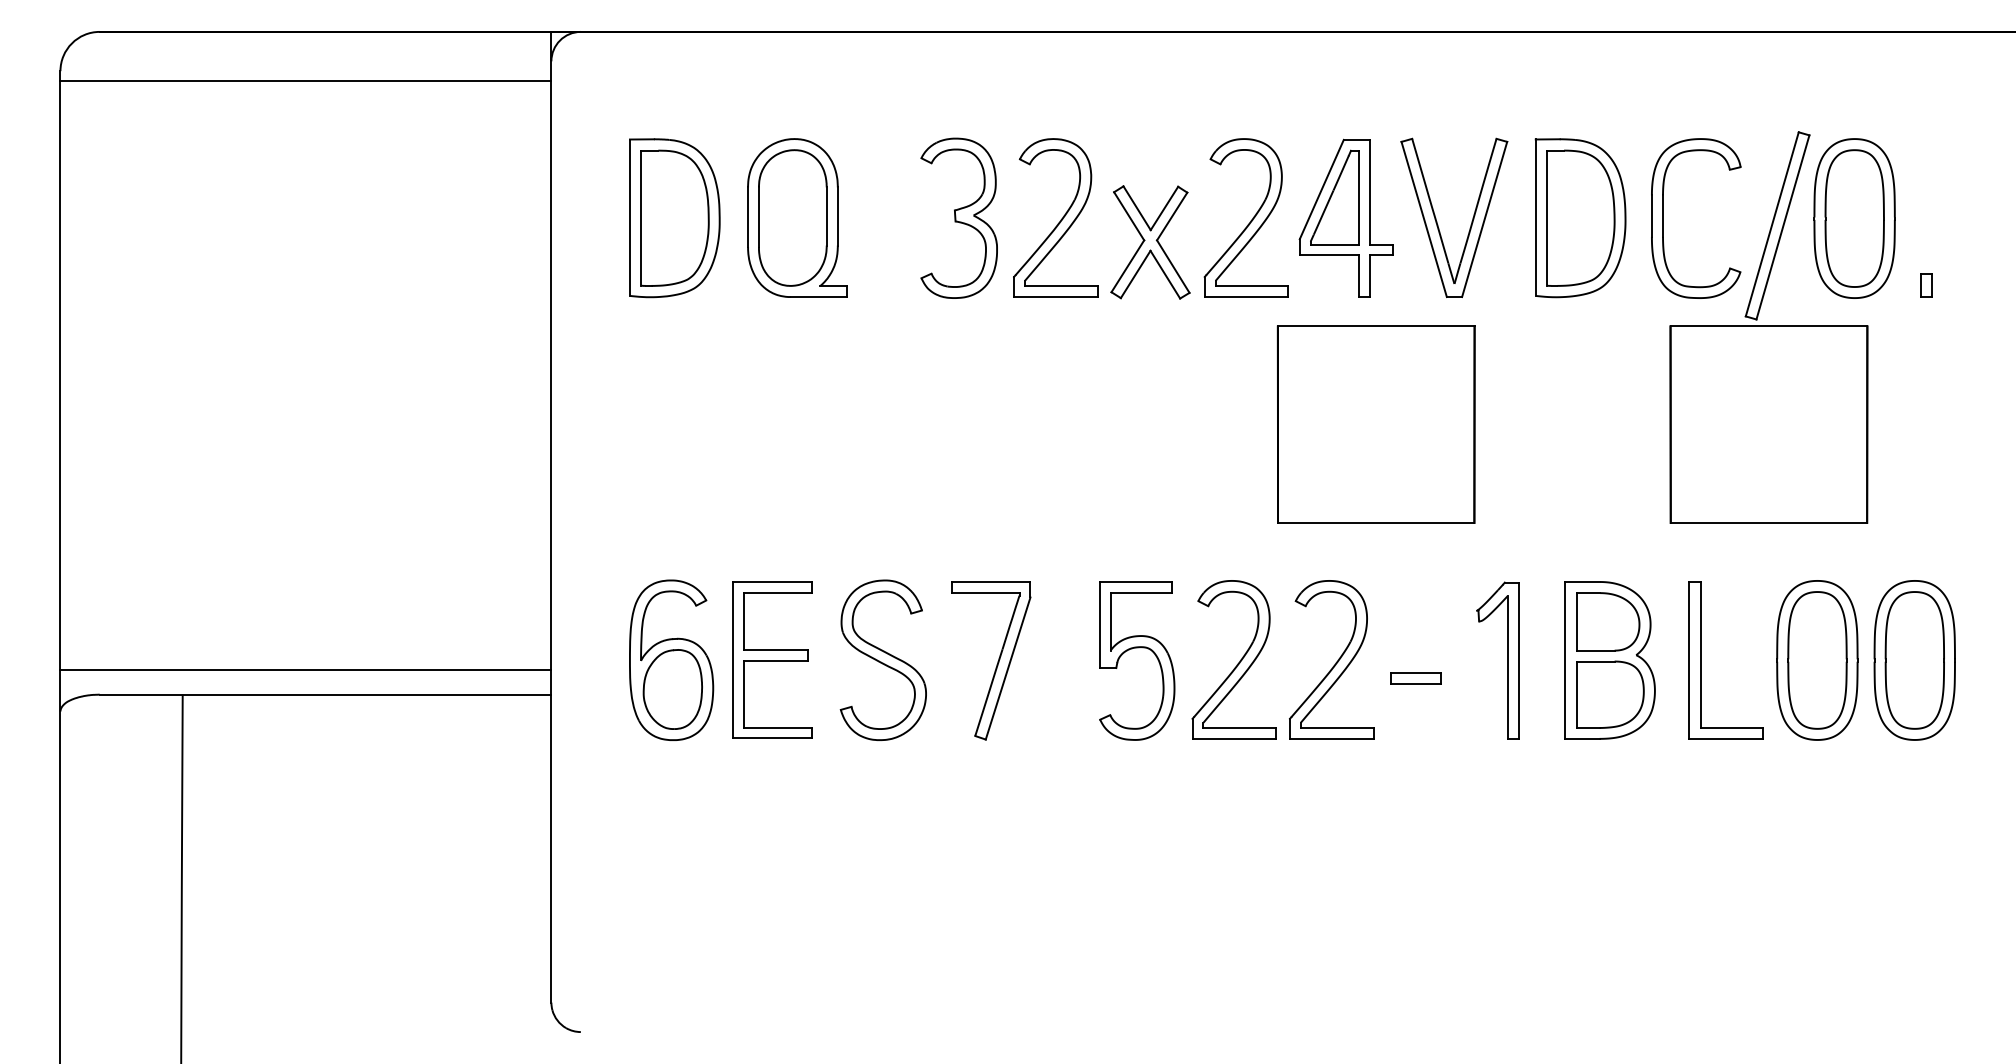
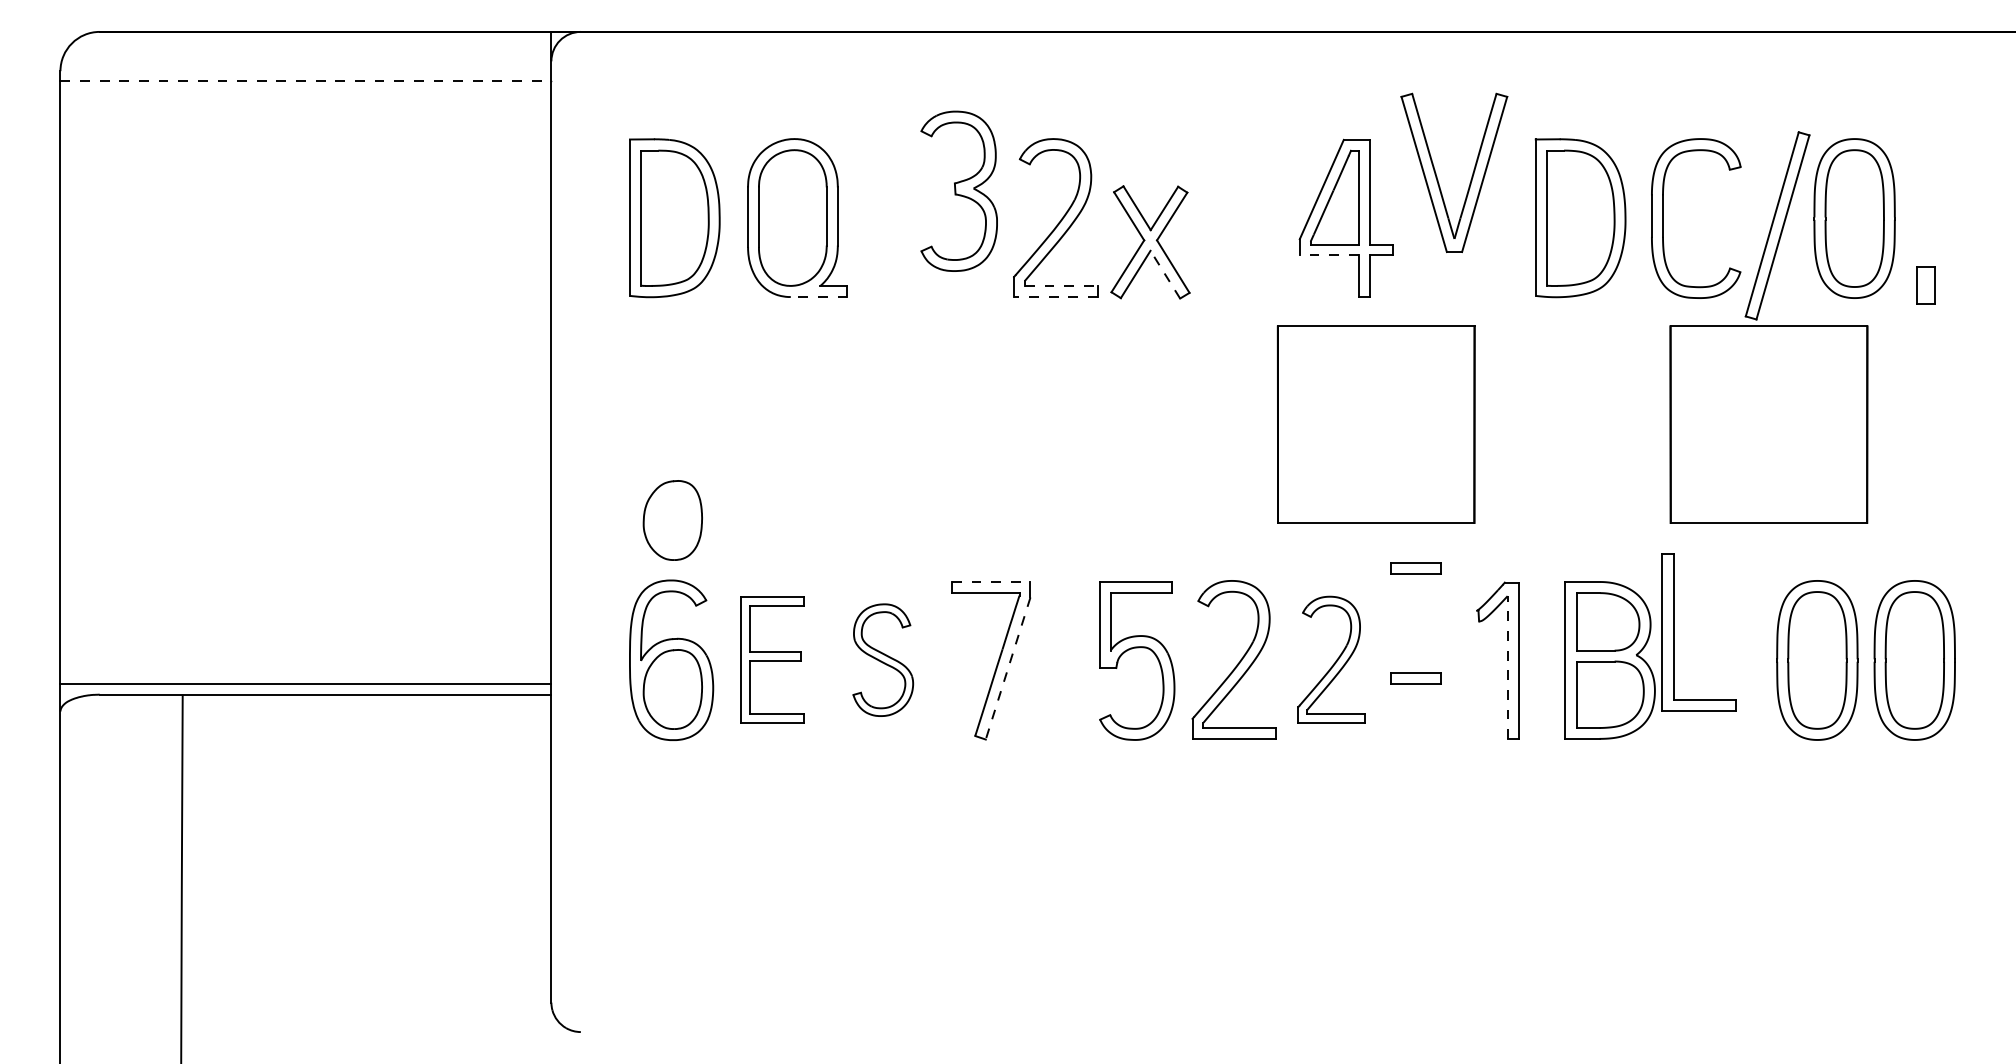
line at (306, 81): solid -> dashed
part at (958, 217) position: (958, 217) -> (958, 190)
part at (1245, 217): present -> none
part at (1437, 221) position: (1437, 221) -> (1437, 176)
line at (1328, 255): solid -> dashed
line at (1165, 274): solid -> dashed
part at (1926, 285) size: 13x25 px -> 20x39 px
line at (1061, 286): solid -> dashed
line at (818, 297): solid -> dashed
line at (1055, 297): solid -> dashed
part at (672, 520): none -> present
part at (1415, 568): none -> present
line at (991, 581): solid -> dashed
part at (772, 659) size: 81x158 px -> 65x128 px
part at (882, 659) size: 88x162 px -> 63x114 px
part at (1331, 659) size: 86x160 px -> 69x129 px
part at (1701, 660) position: (1701, 660) -> (1674, 632)
line at (1507, 667): solid -> dashed
line at (1007, 668): solid -> dashed
line at (305, 670) position: (305, 670) -> (305, 684)
